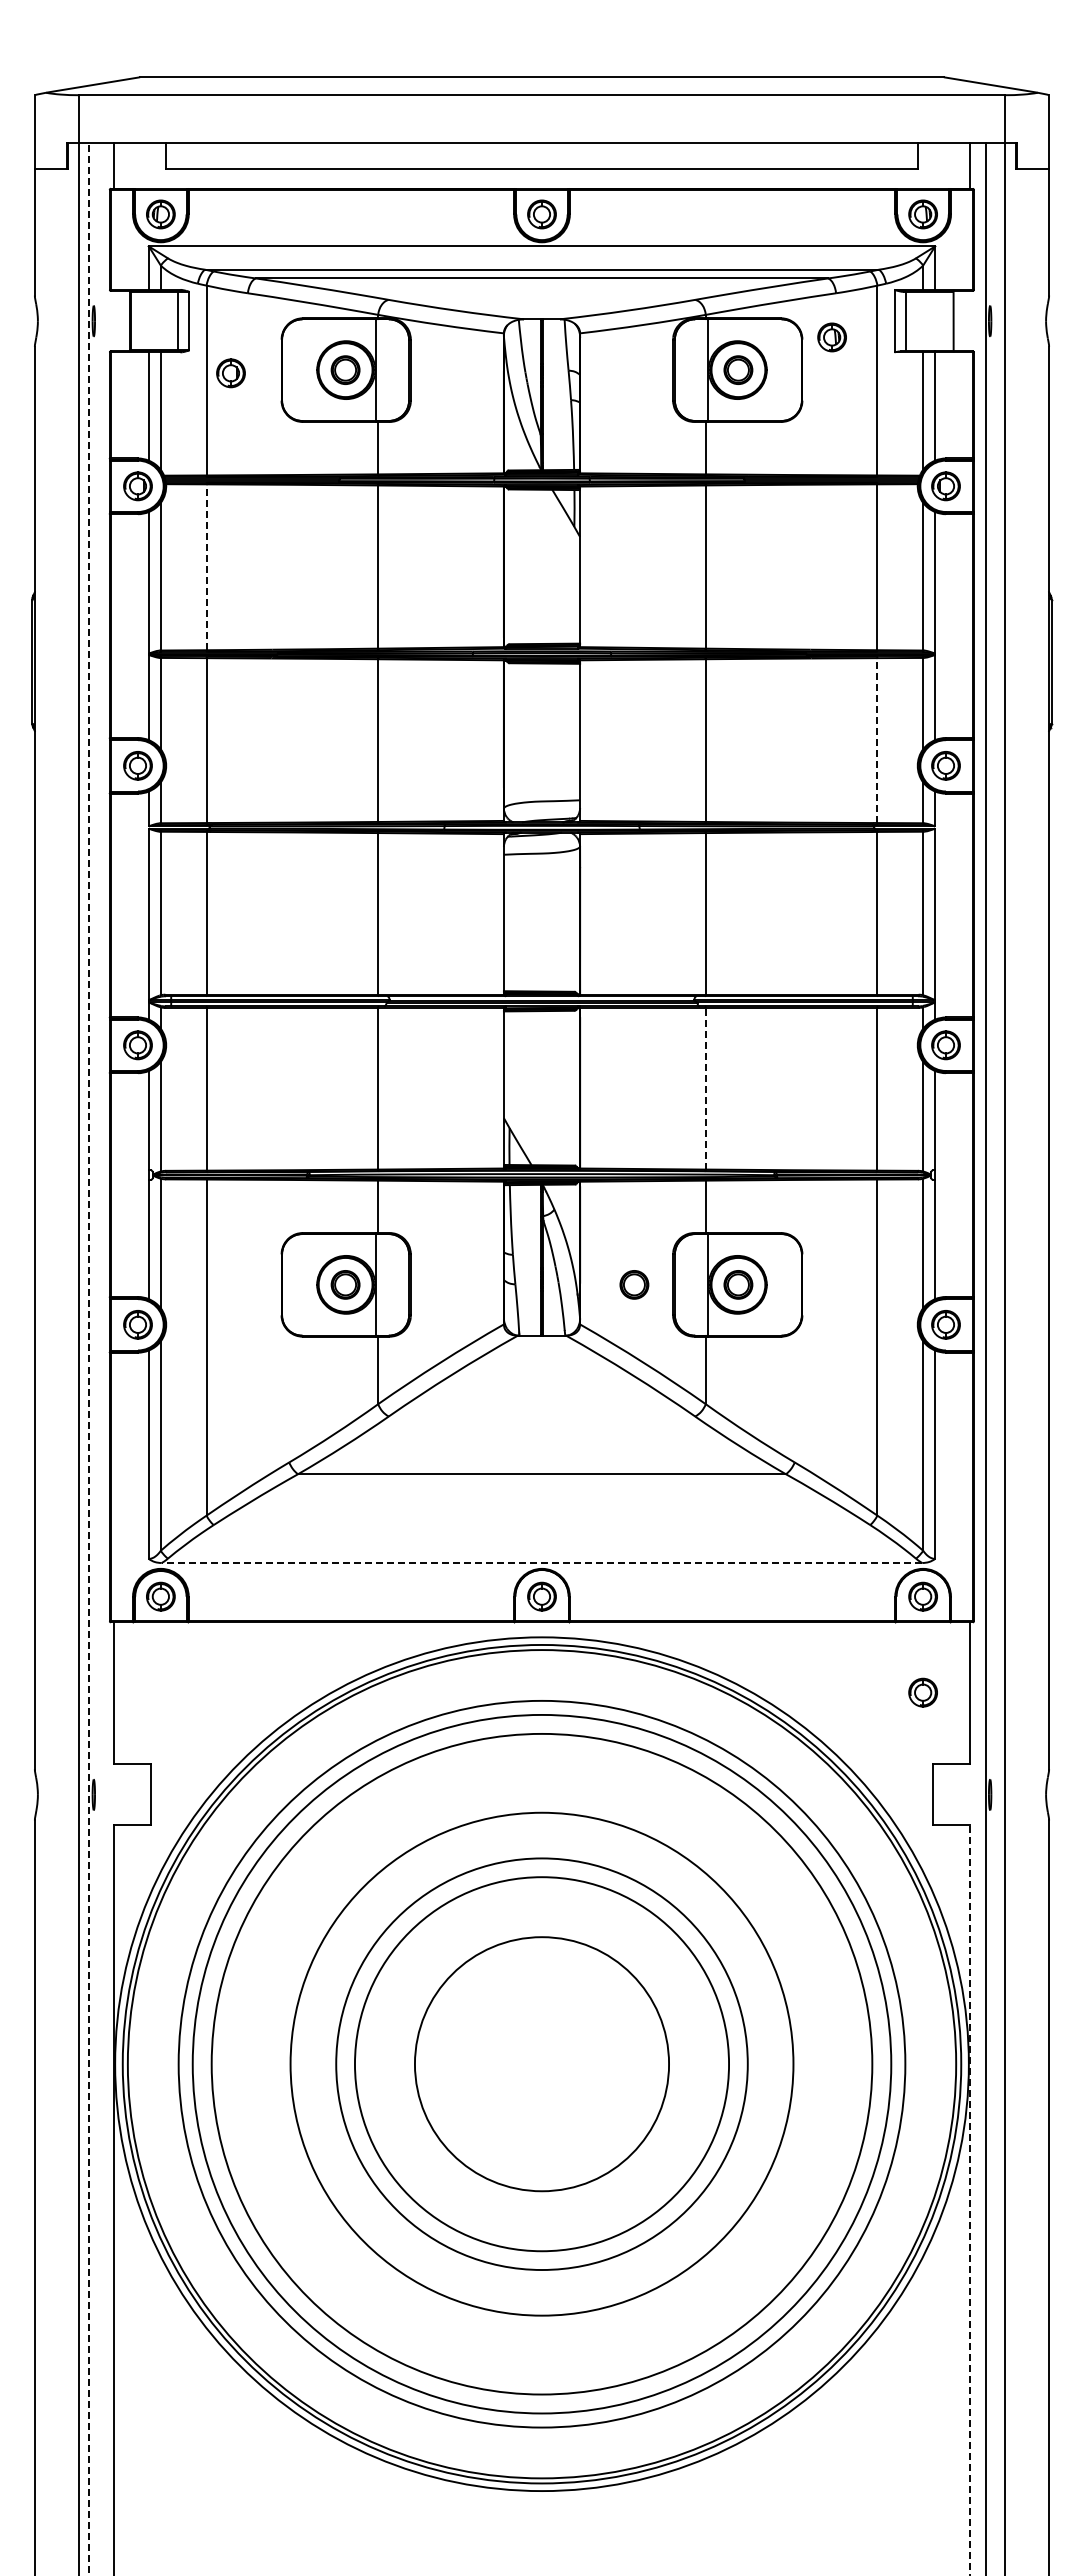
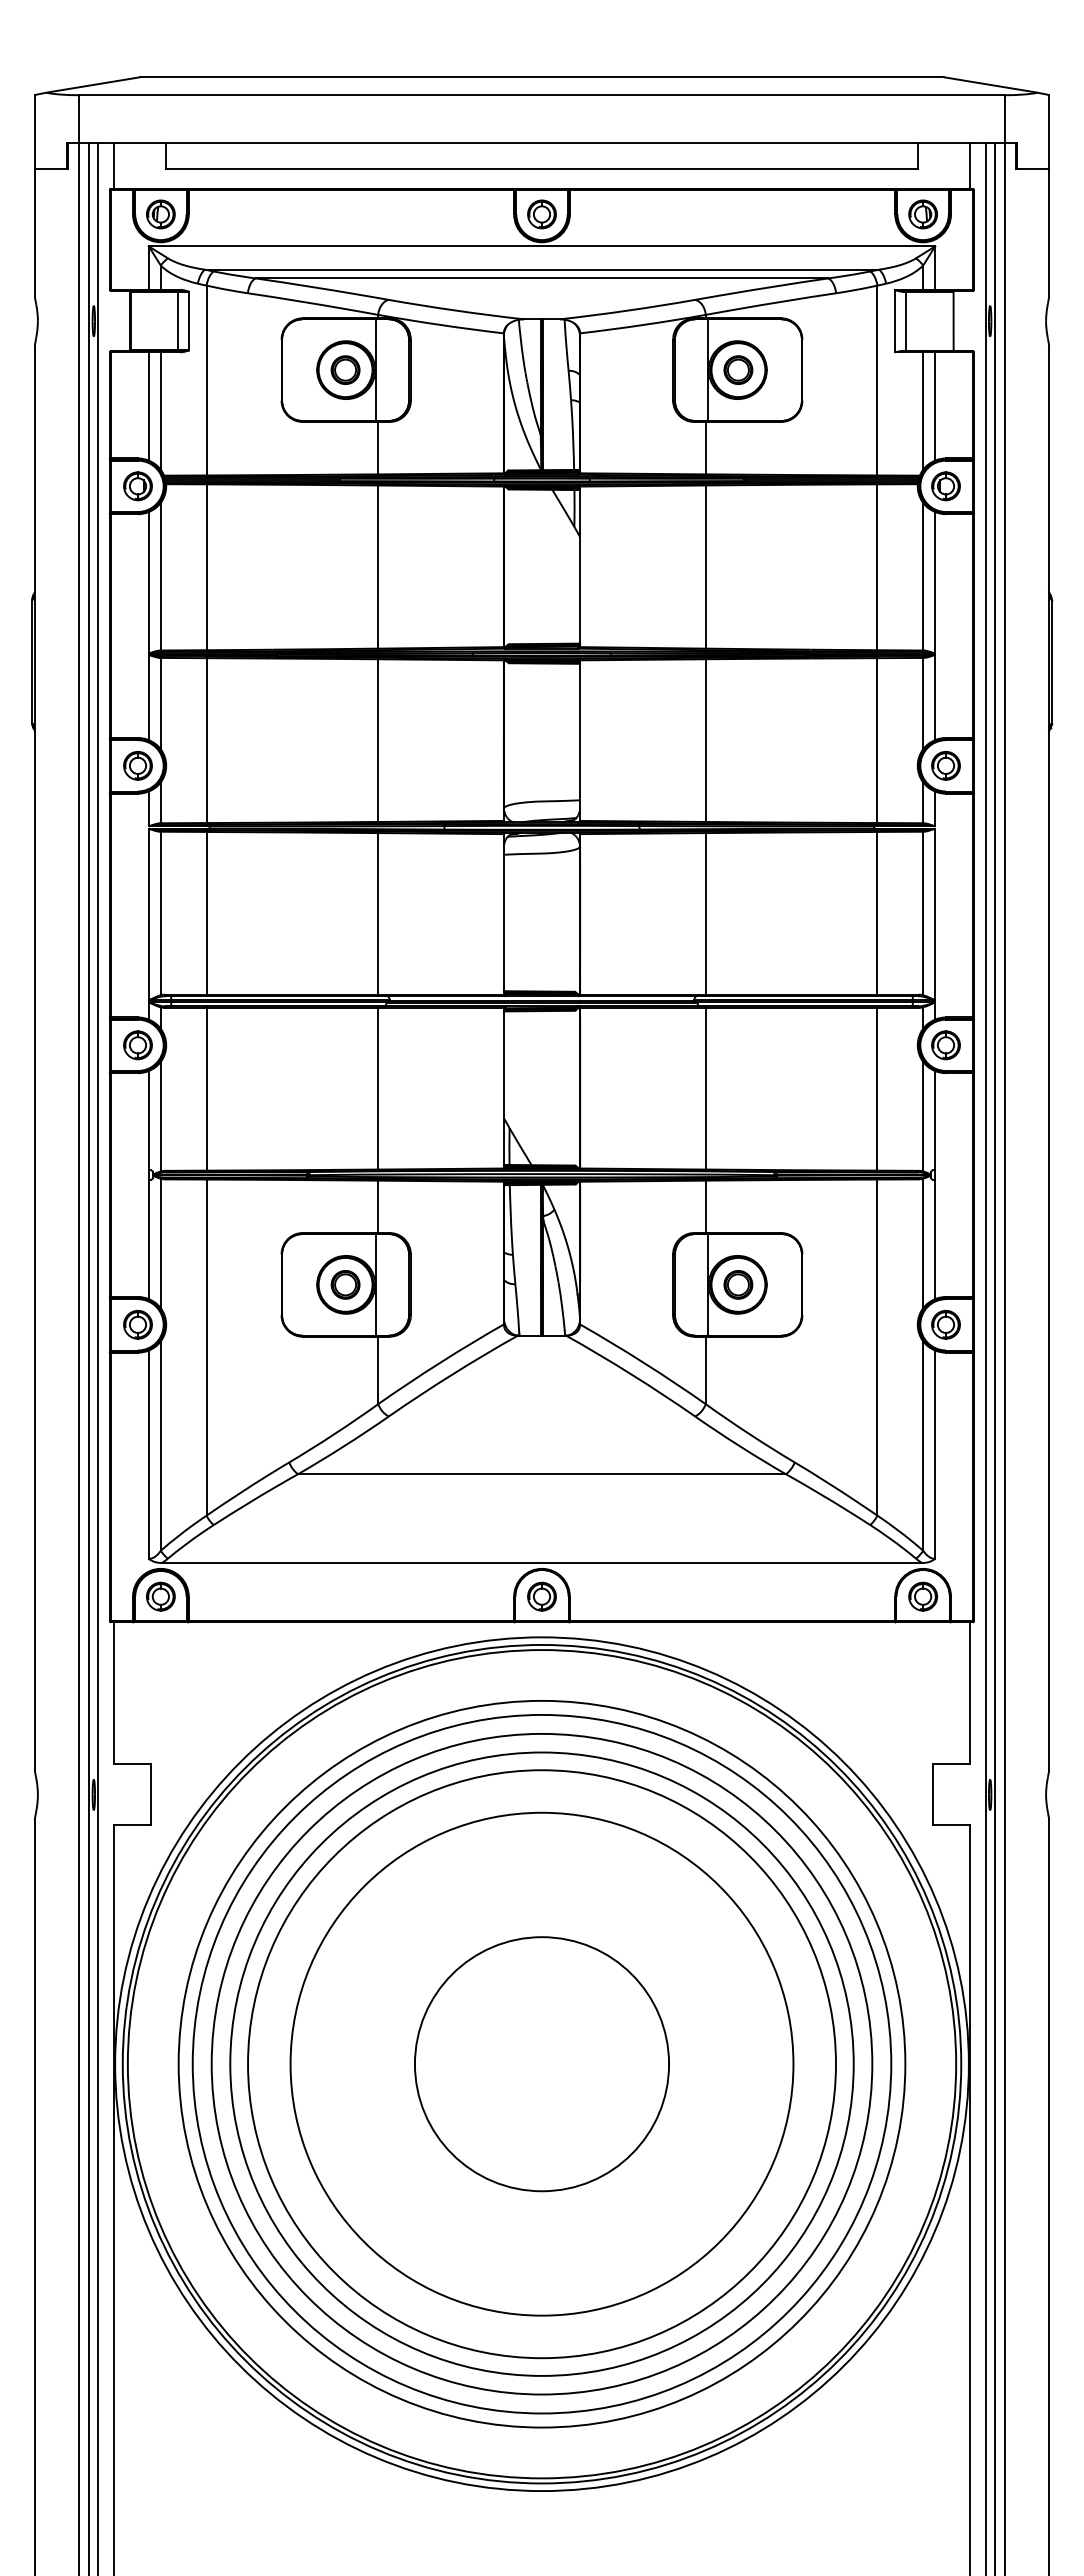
part at (831, 337): present -> none
part at (230, 373): present -> none
line at (206, 567): dashed -> solid
line at (877, 740): dashed -> solid
line at (705, 1088): dashed -> solid
part at (634, 1284): present -> none
line at (97, 1357): none -> present
line at (994, 1357): none -> present
line at (89, 1359): dashed -> solid
line at (541, 1563): dashed -> solid
part at (922, 1692): present -> none
circle at (541, 2064) diameter: 374 px -> 623 px
circle at (541, 2064) diameter: 412 px -> 588 px
line at (970, 2200): dashed -> solid
